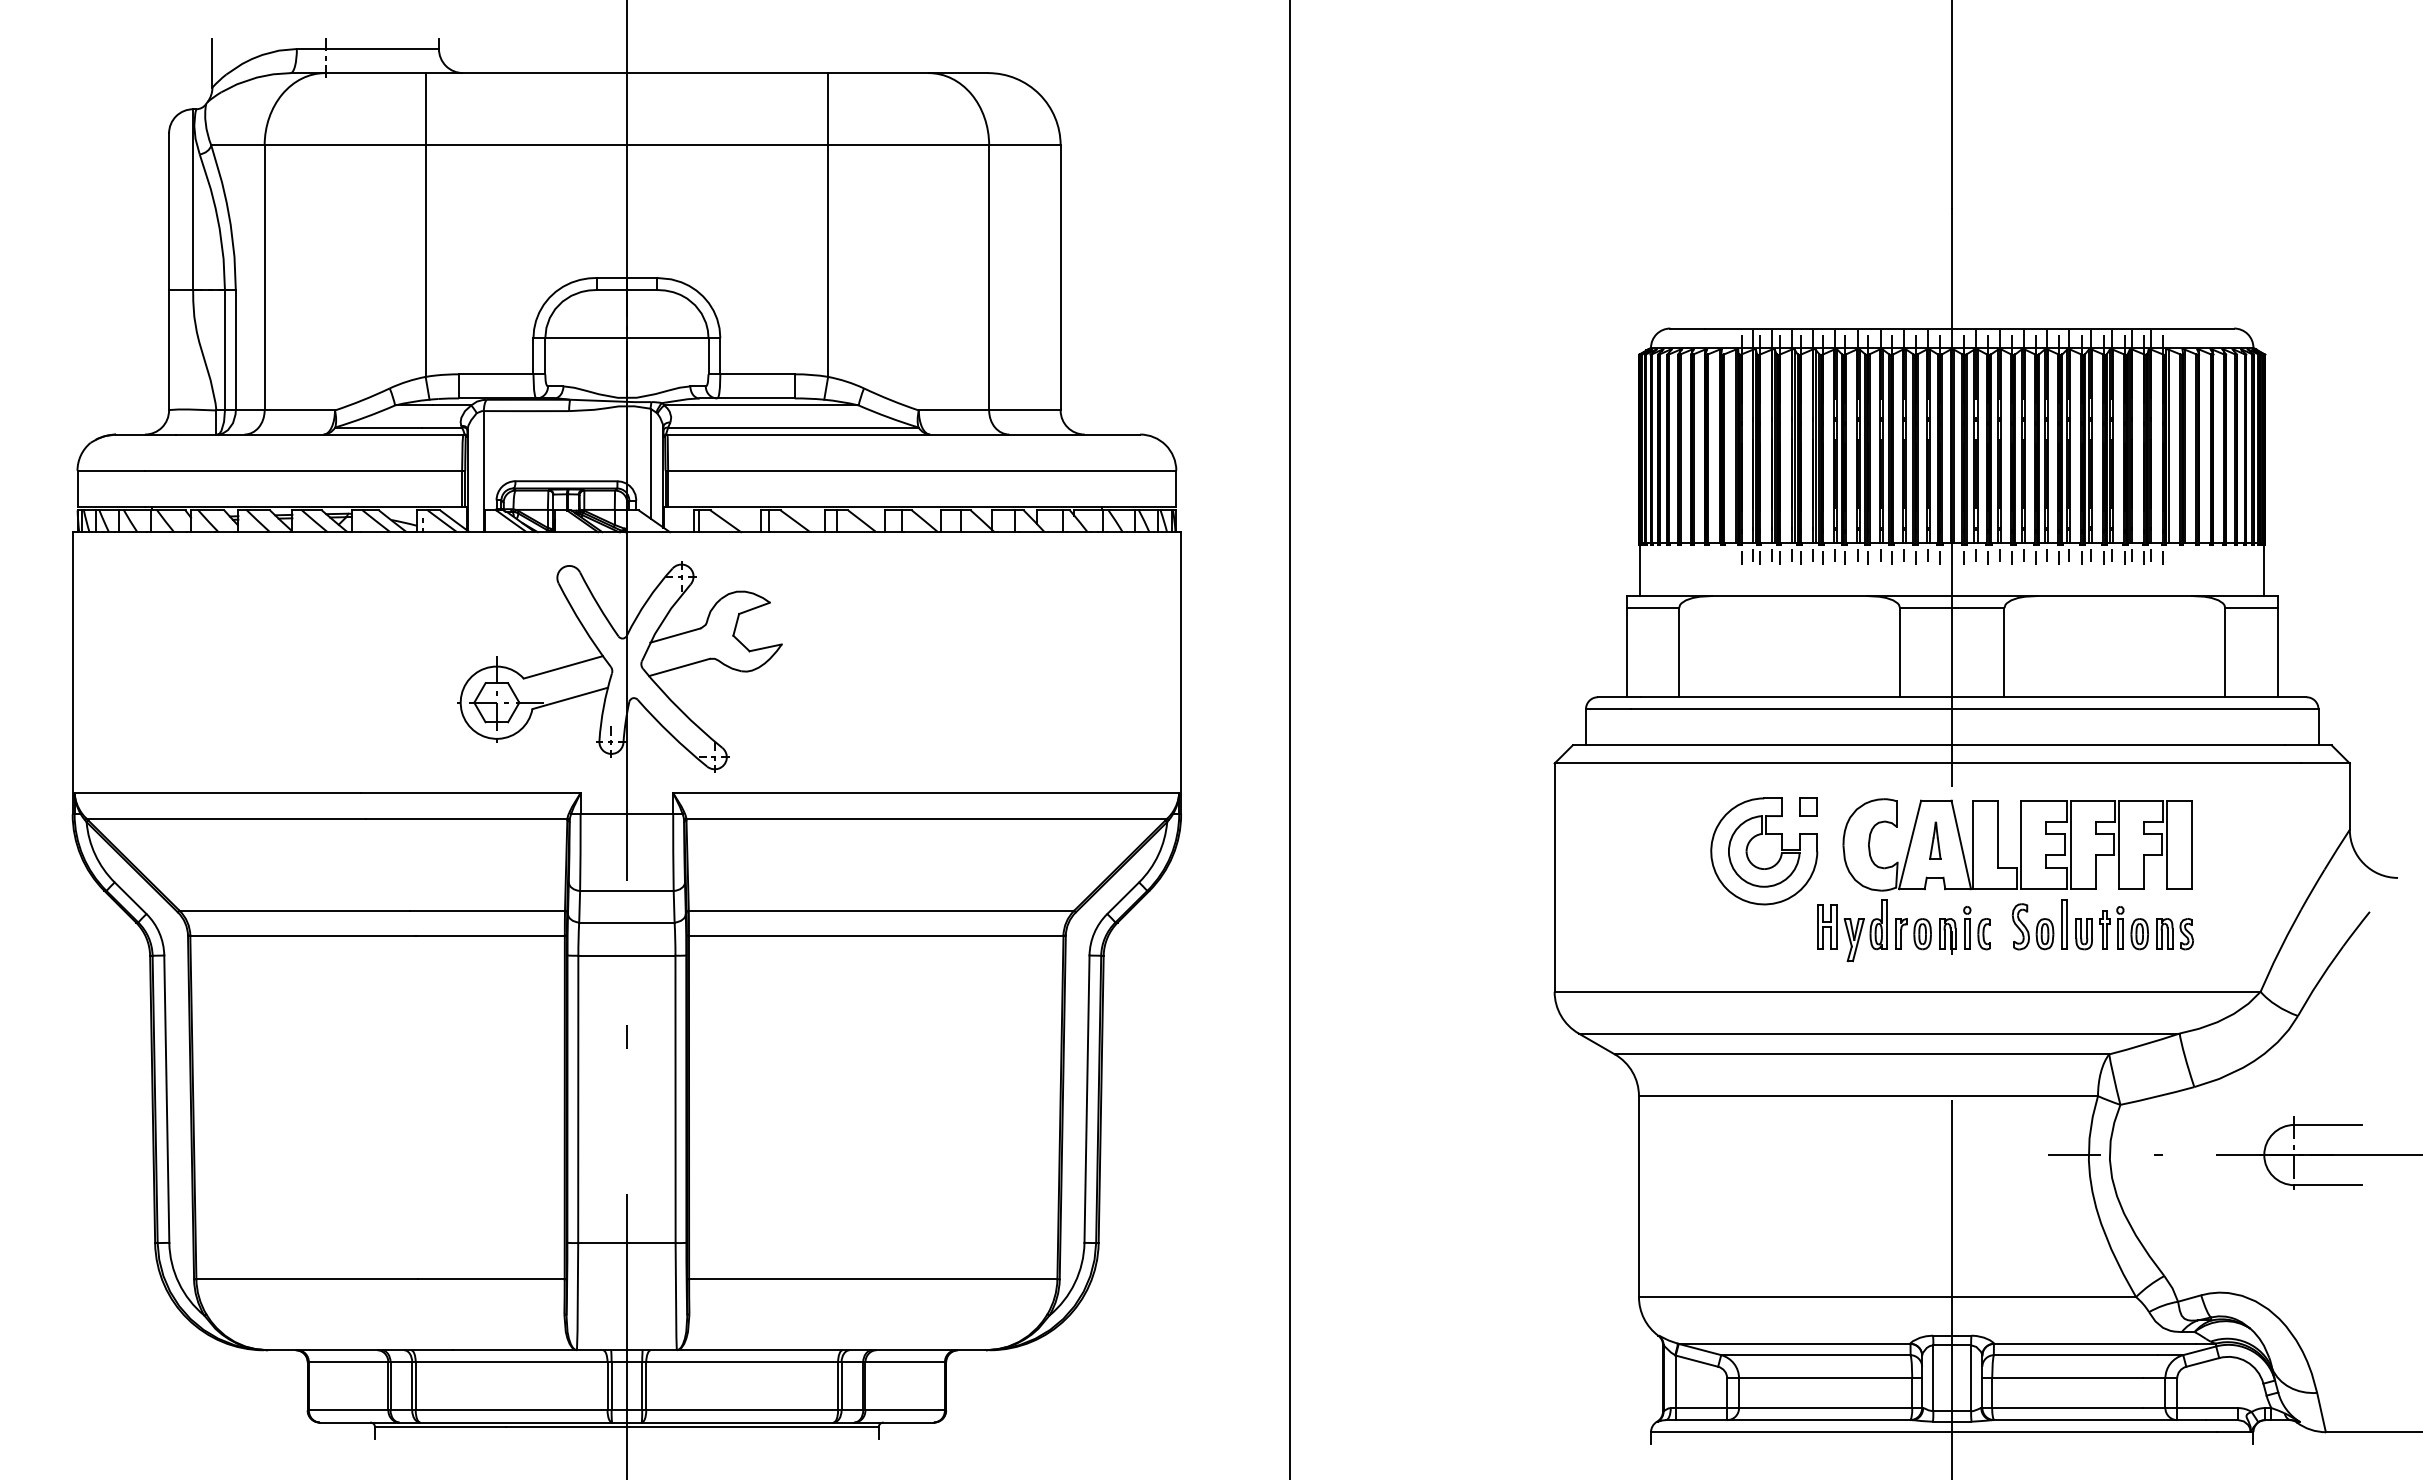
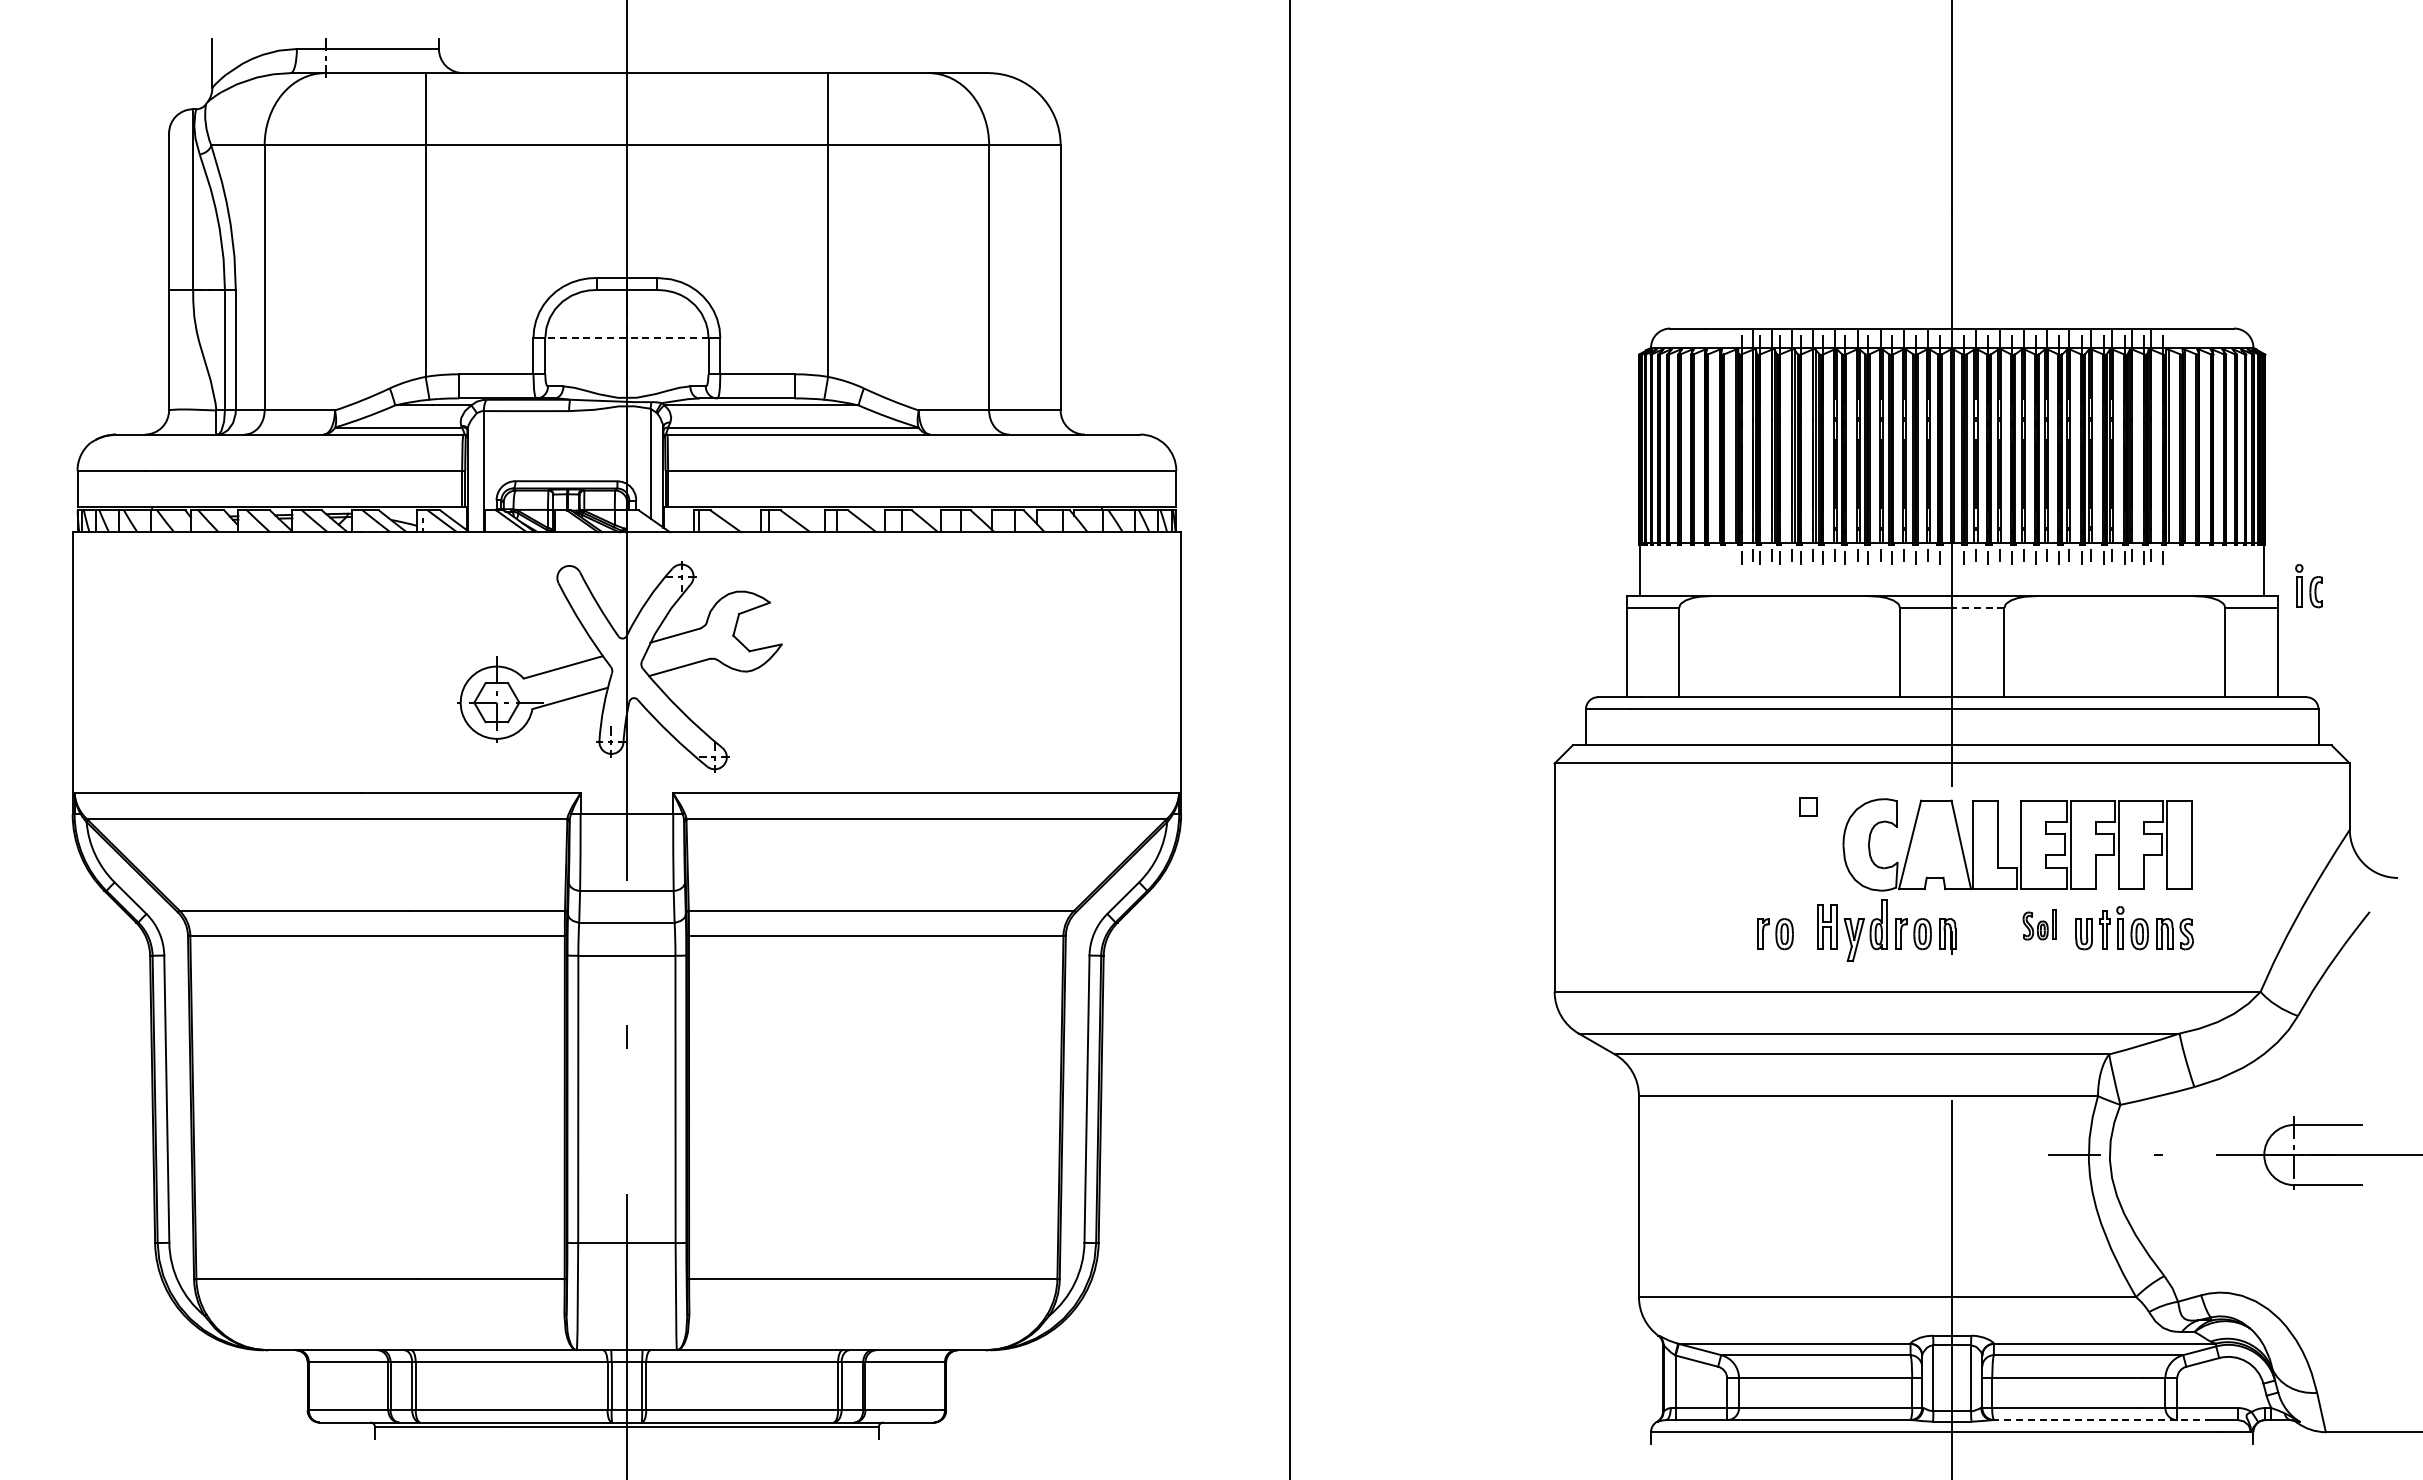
line at (626, 338): solid -> dashed
line at (1977, 608): solid -> dashed
part at (1935, 840): present -> none
part at (1764, 851): present -> none
part at (2039, 924) size: 57x52 px -> 35x32 px
part at (1976, 928) position: (1976, 928) -> (2308, 586)
part at (1775, 934): none -> present
line at (2099, 1420): solid -> dashed
